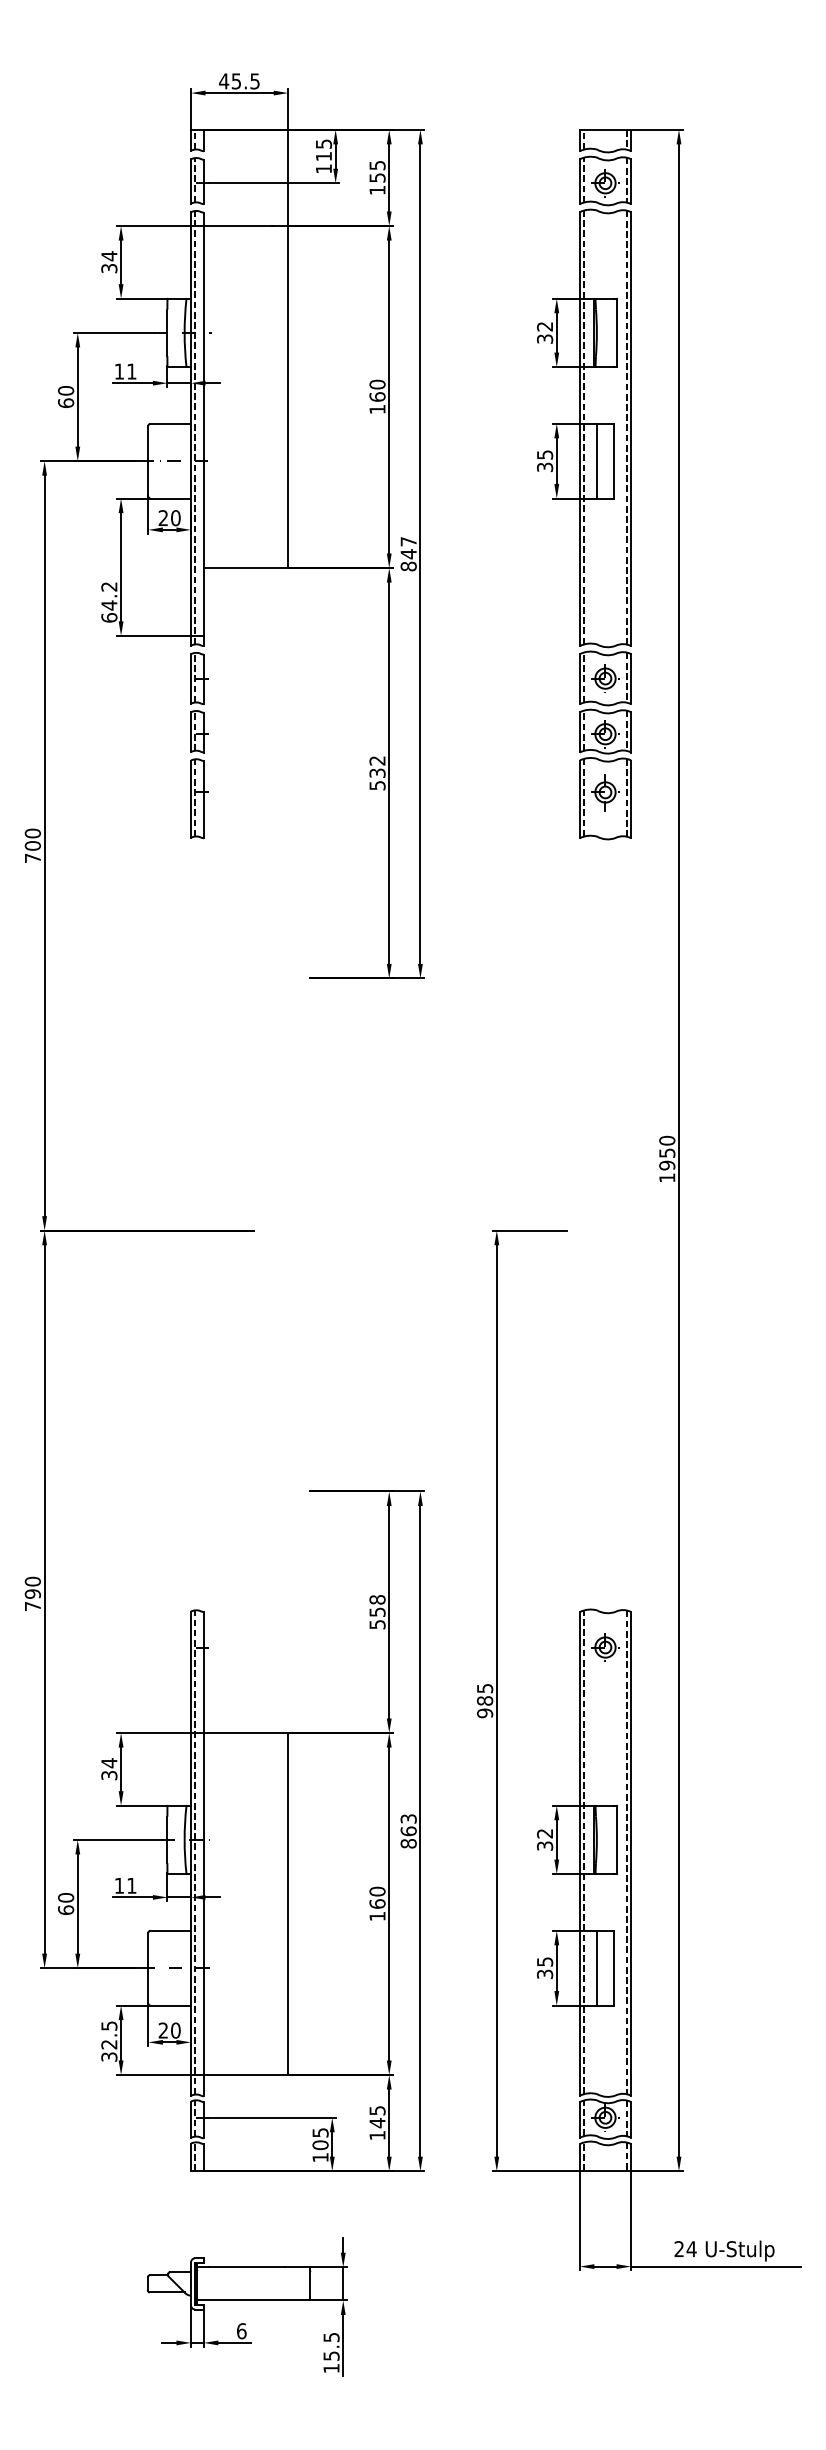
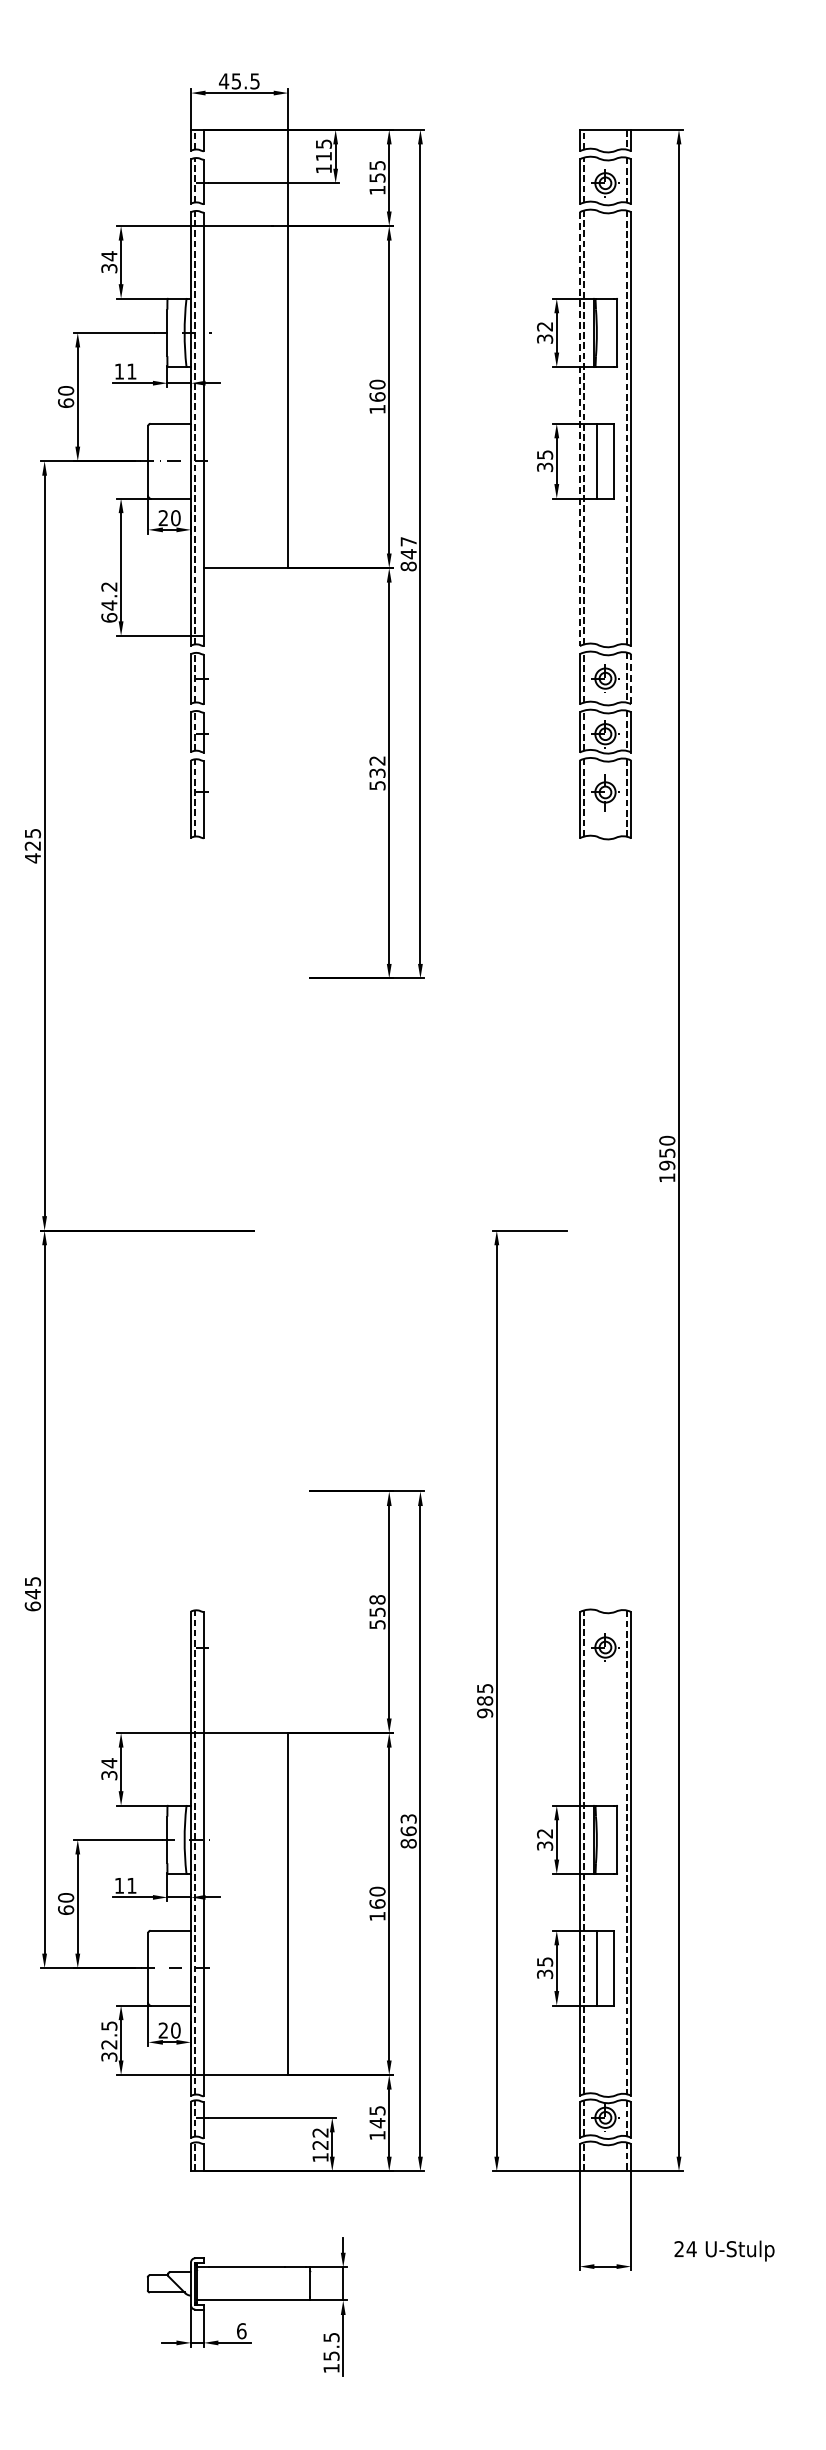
line at (579, 429): solid -> dashed
line at (631, 678): solid -> dashed
text at (32, 845): 700 -> 425
text at (32, 1593): 790 -> 645
text at (320, 2139): 105 -> 122
line at (716, 2266): present -> none
